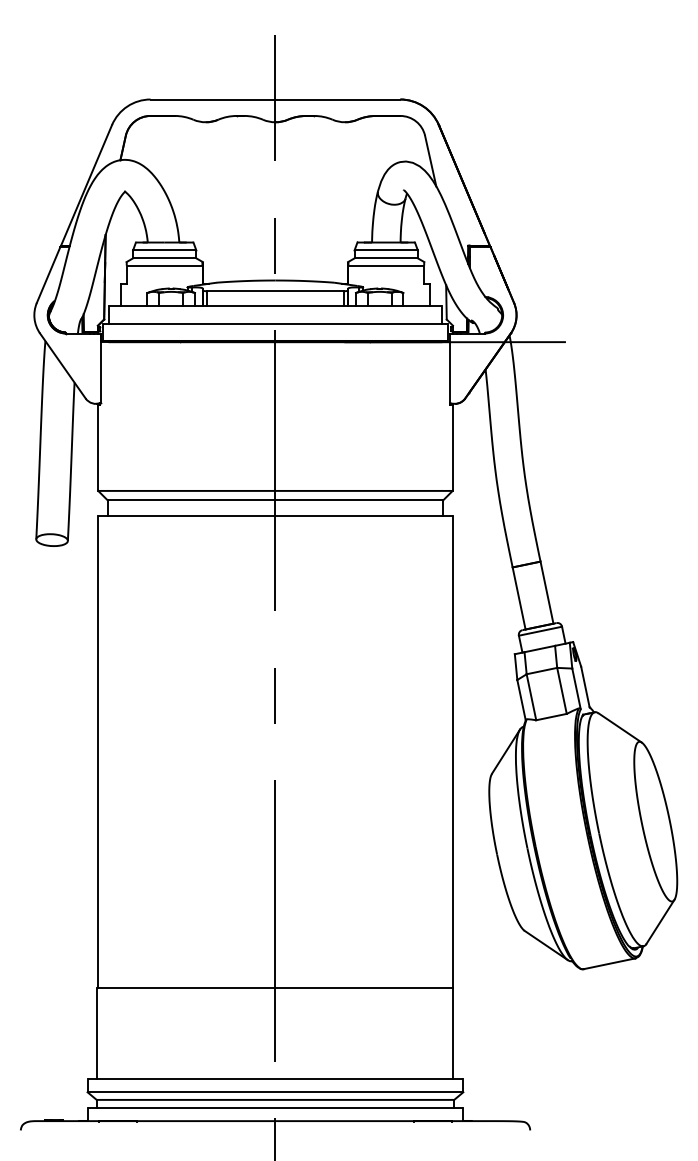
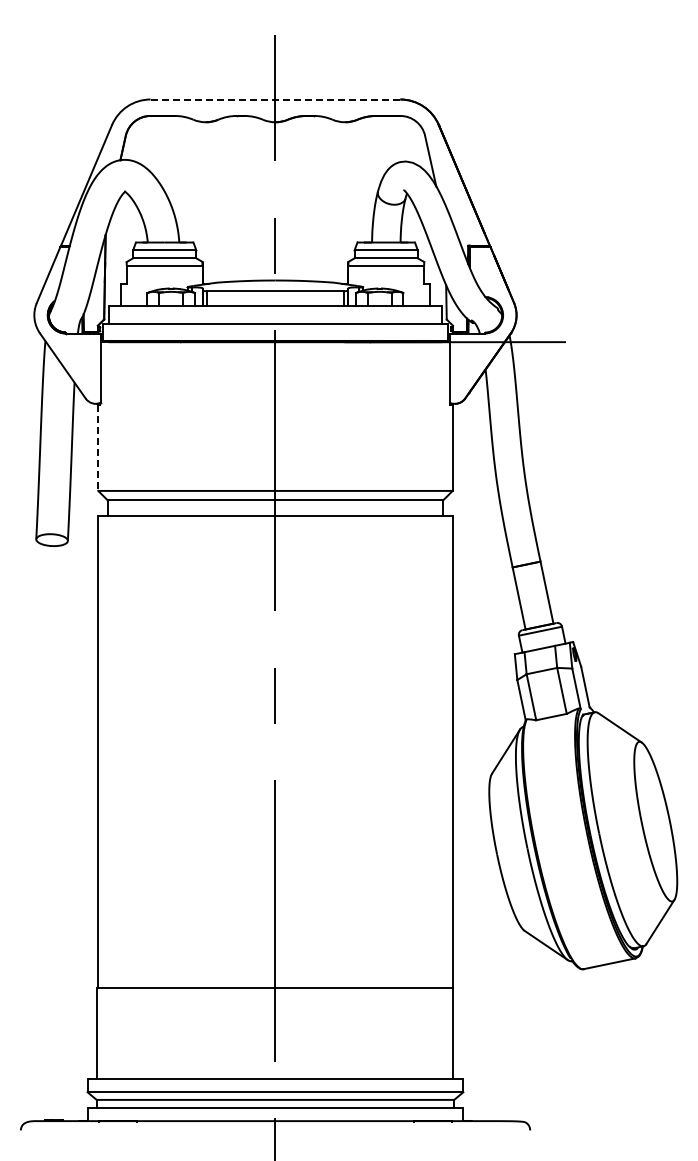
line at (275, 99): solid -> dashed
line at (98, 447): solid -> dashed
